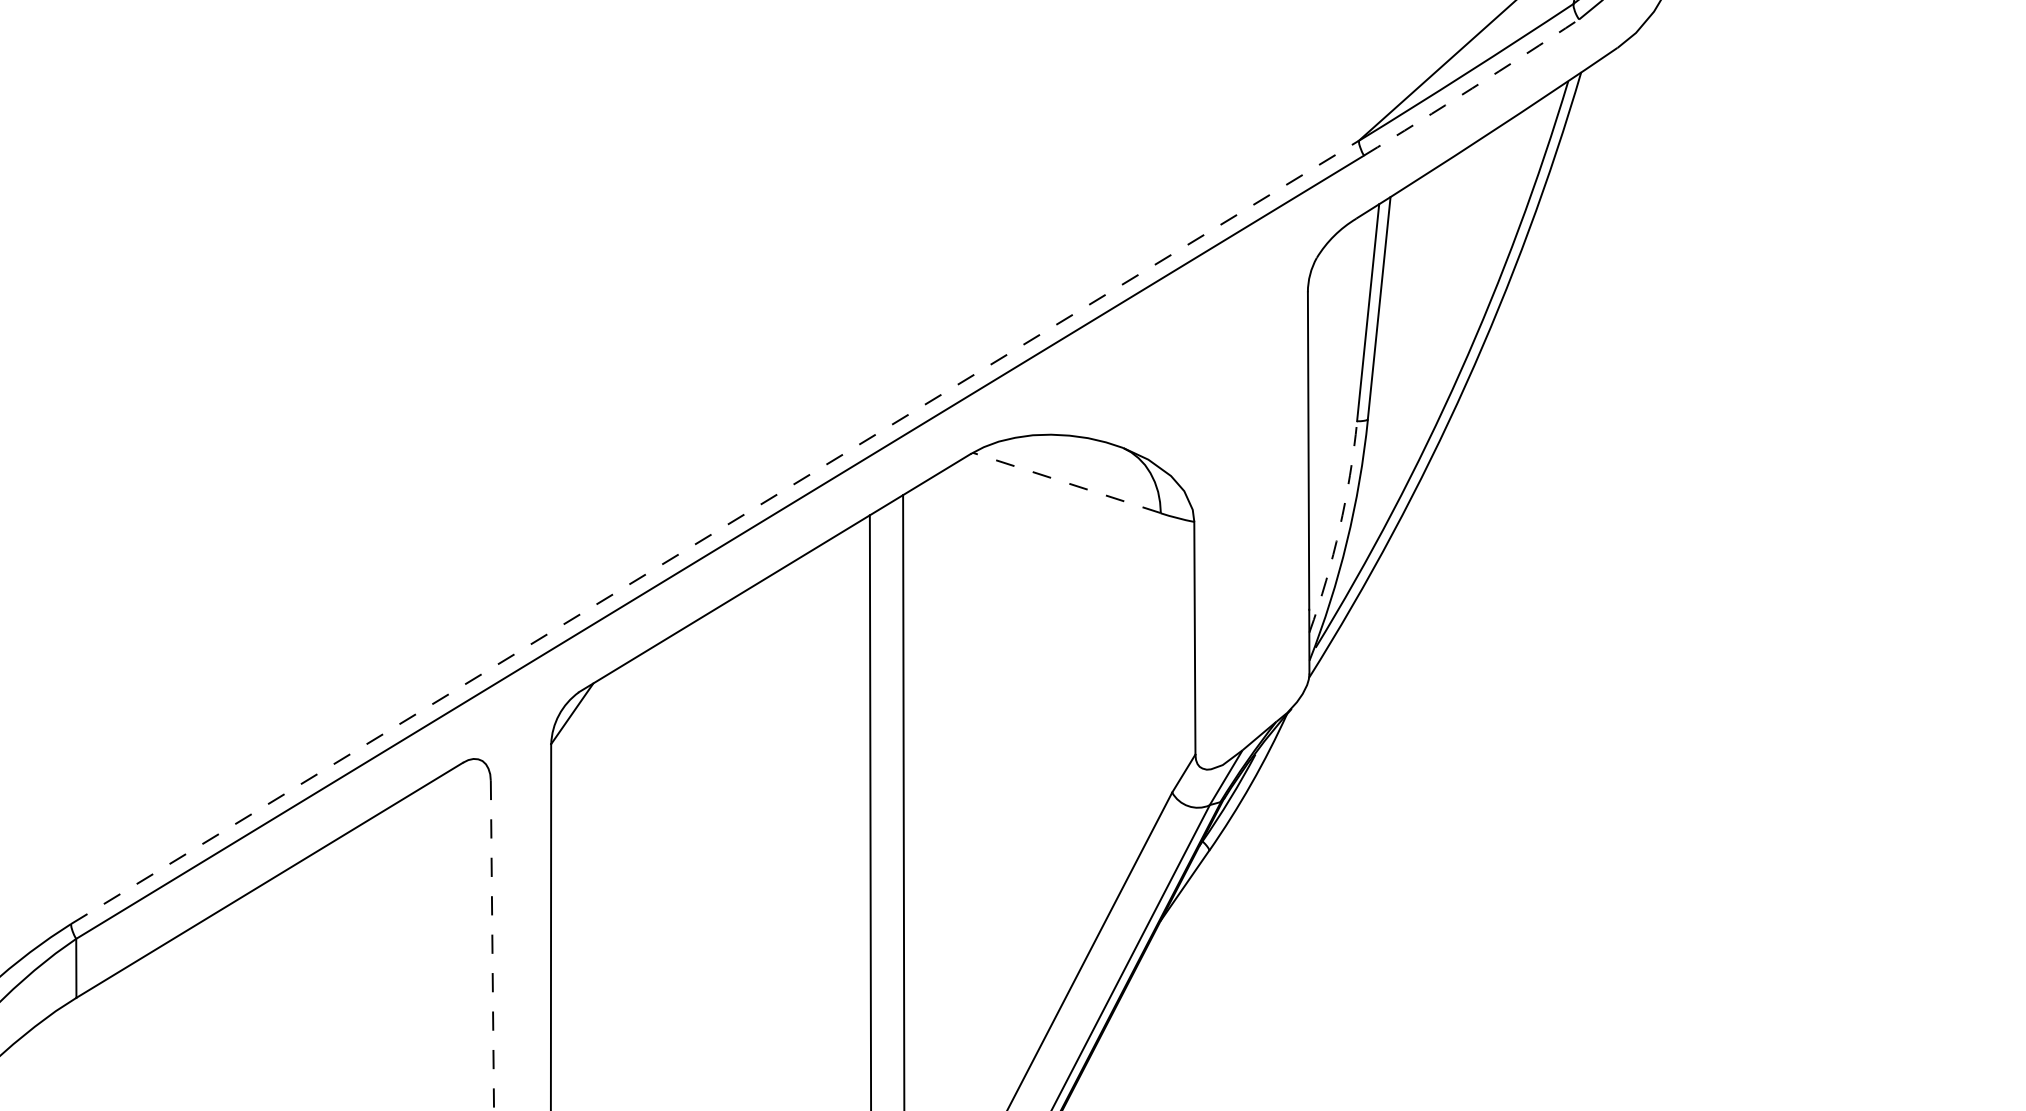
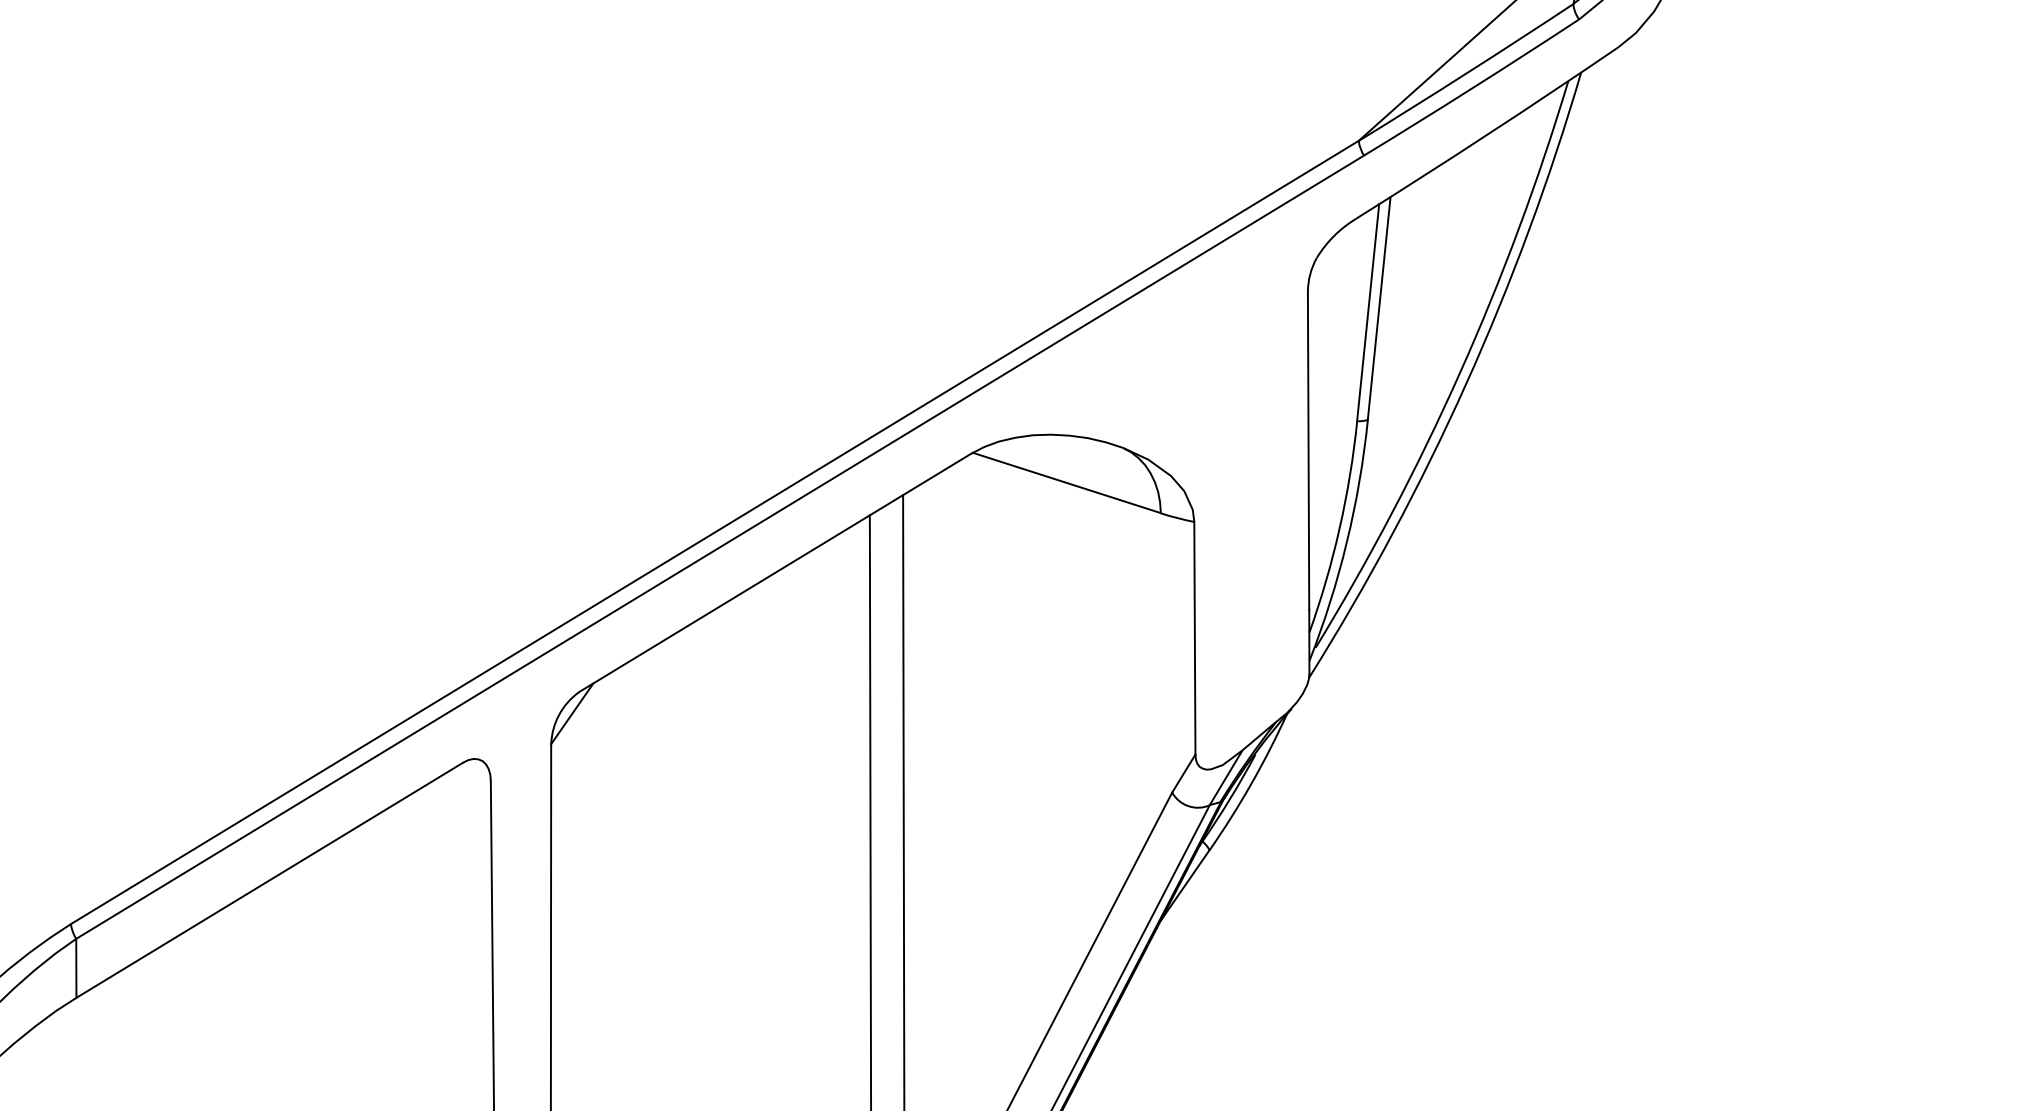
arc at (1472, 88): dashed -> solid
line at (1066, 482): dashed -> solid
arc at (1339, 528): dashed -> solid
line at (714, 532): dashed -> solid
line at (492, 945): dashed -> solid
